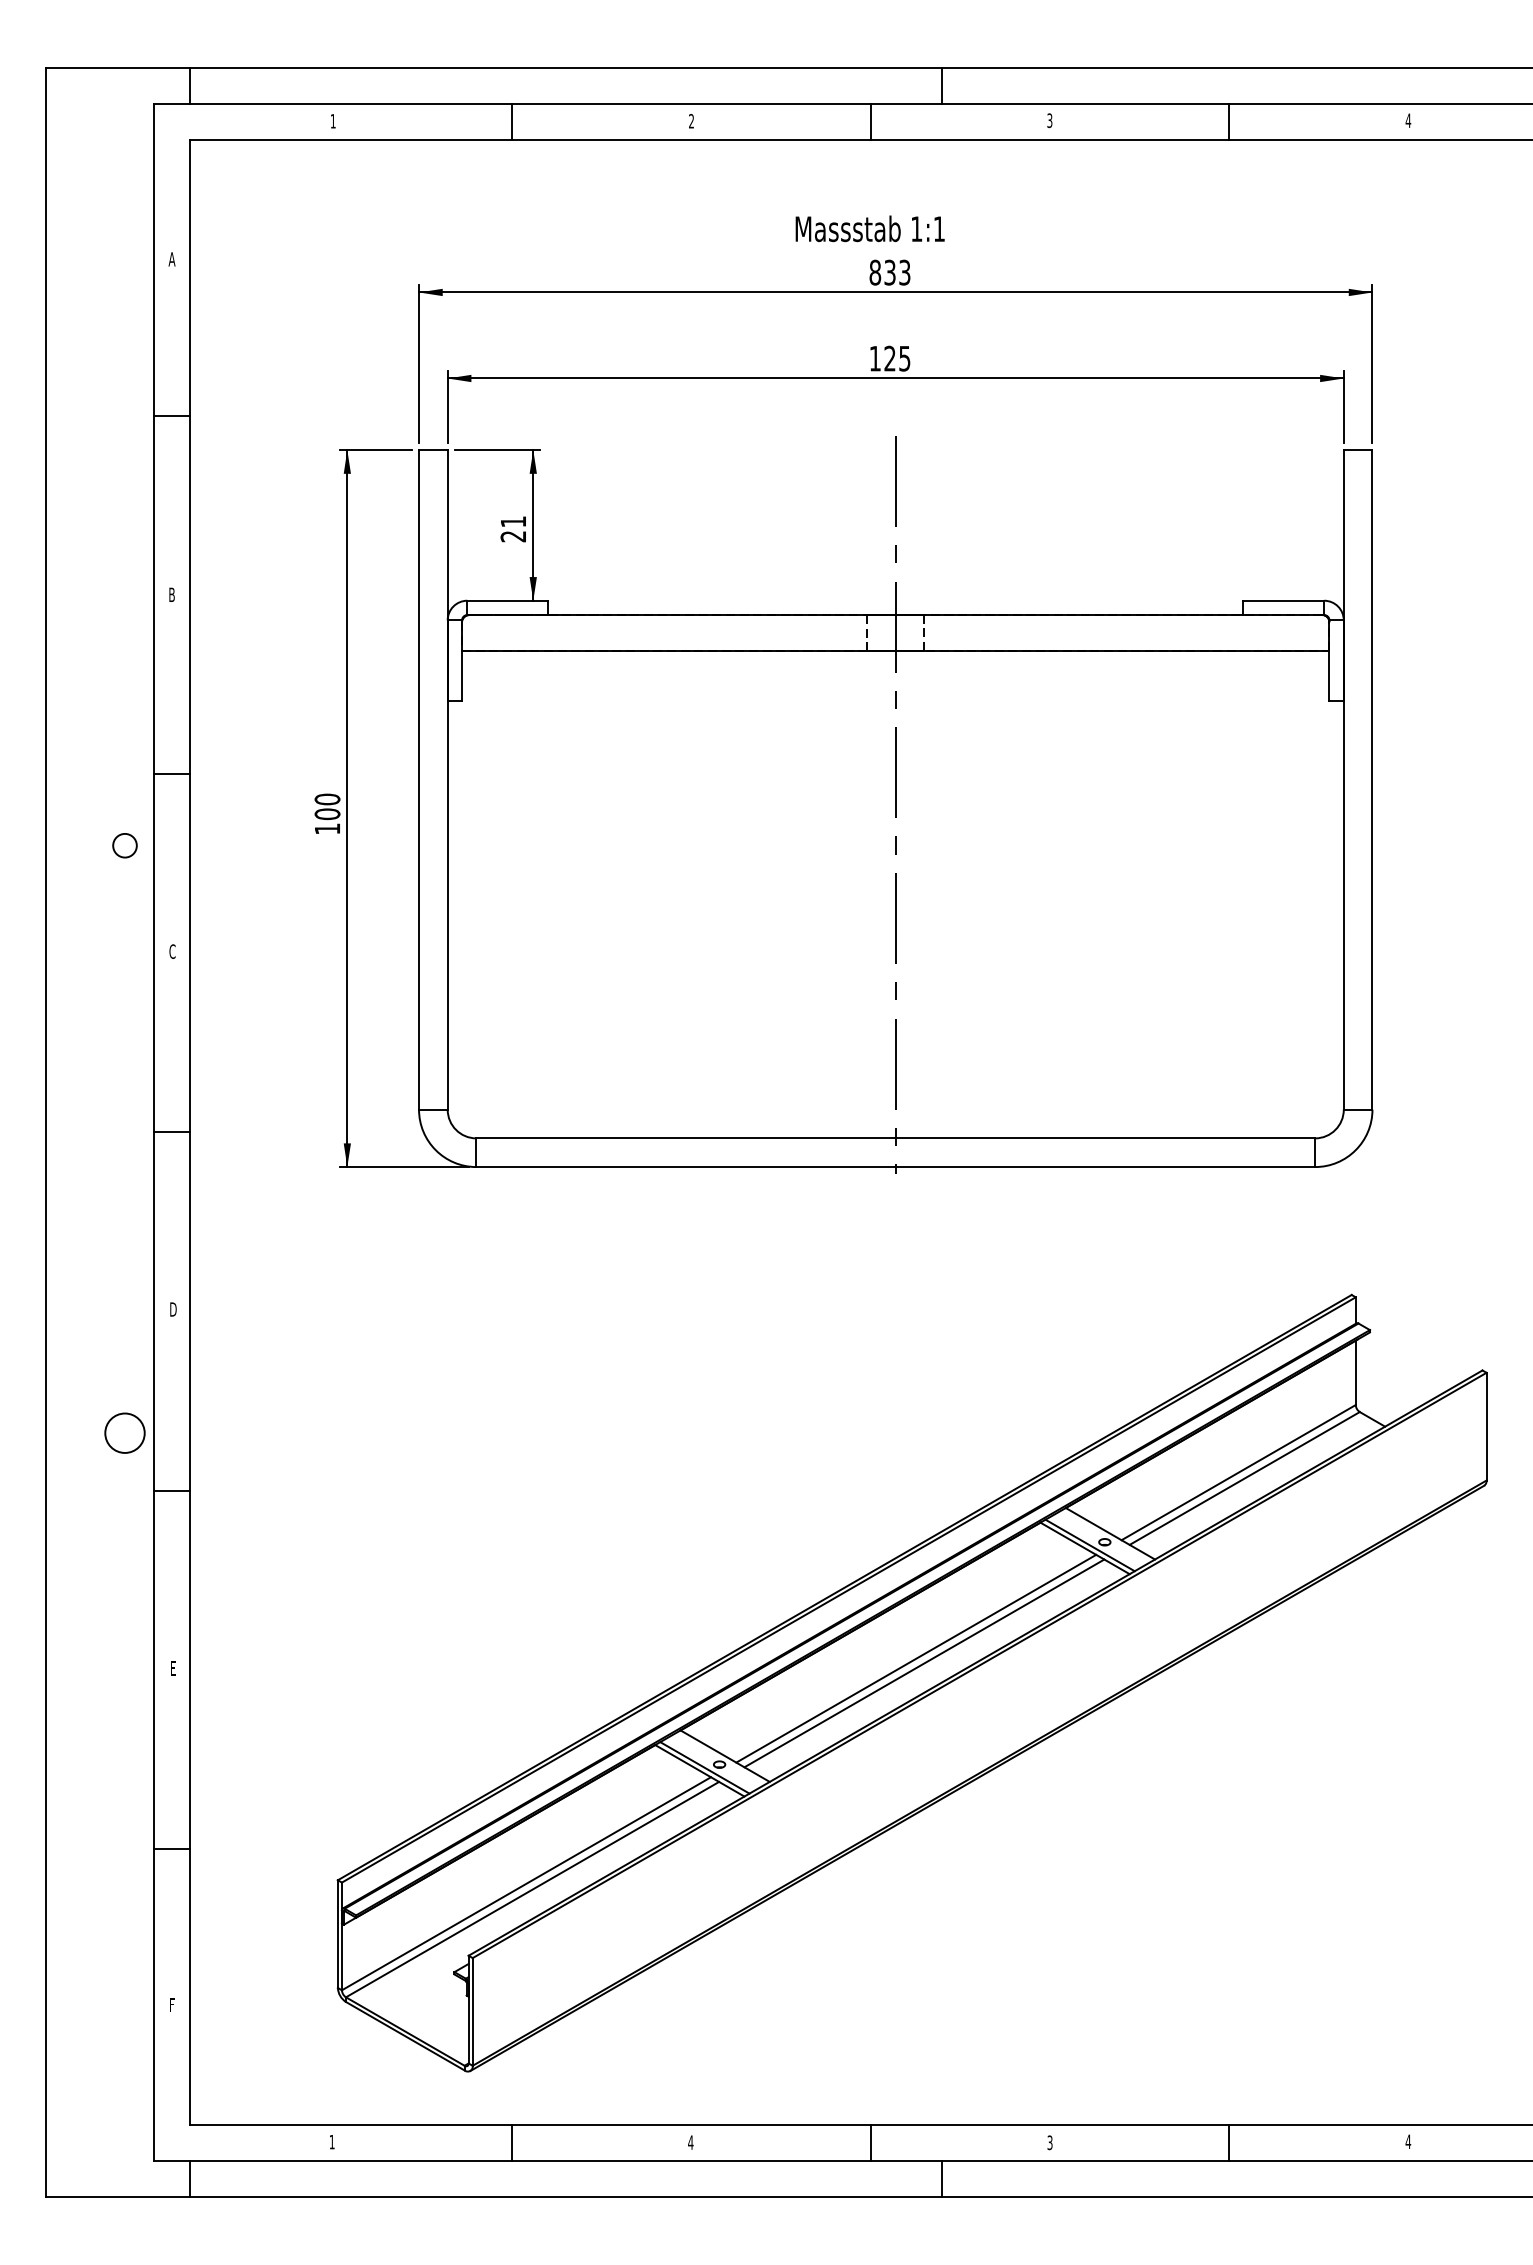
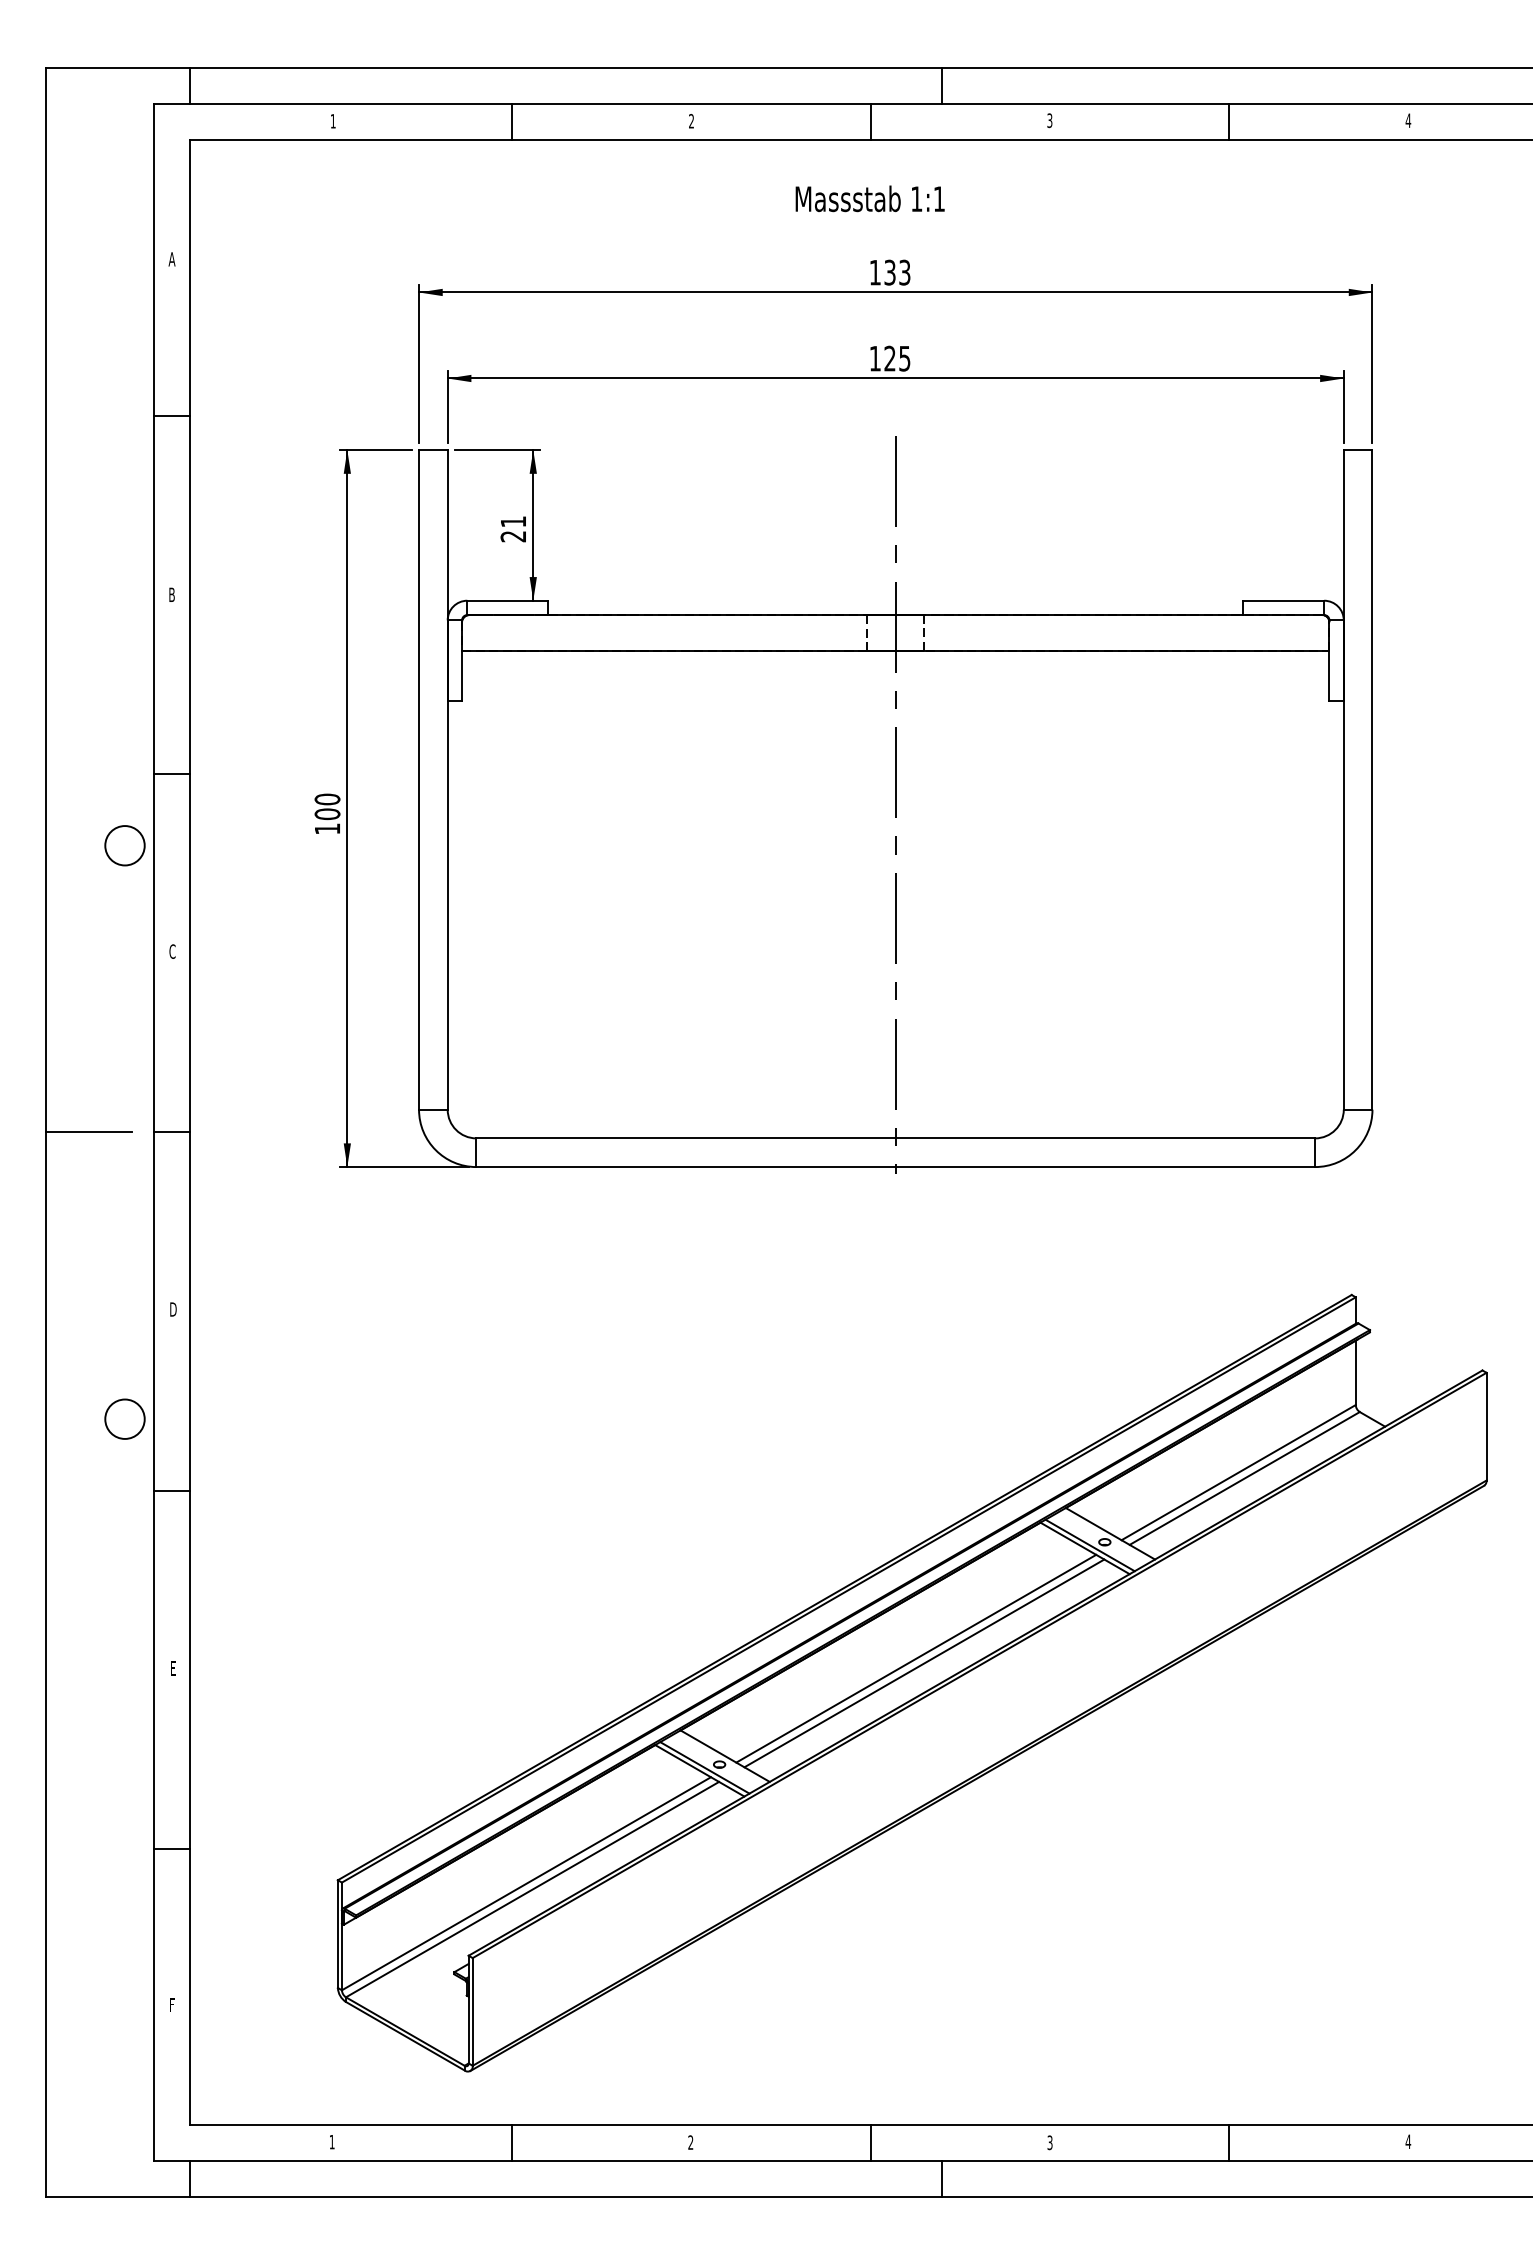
text at (869, 228) position: (869, 228) -> (869, 198)
text at (875, 272): 833 -> 133
circle at (124, 845) diameter: 24 px -> 39 px
line at (89, 1132): none -> present
circle at (124, 1432) position: (124, 1432) -> (124, 1418)
text at (690, 2142): 4 -> 2
